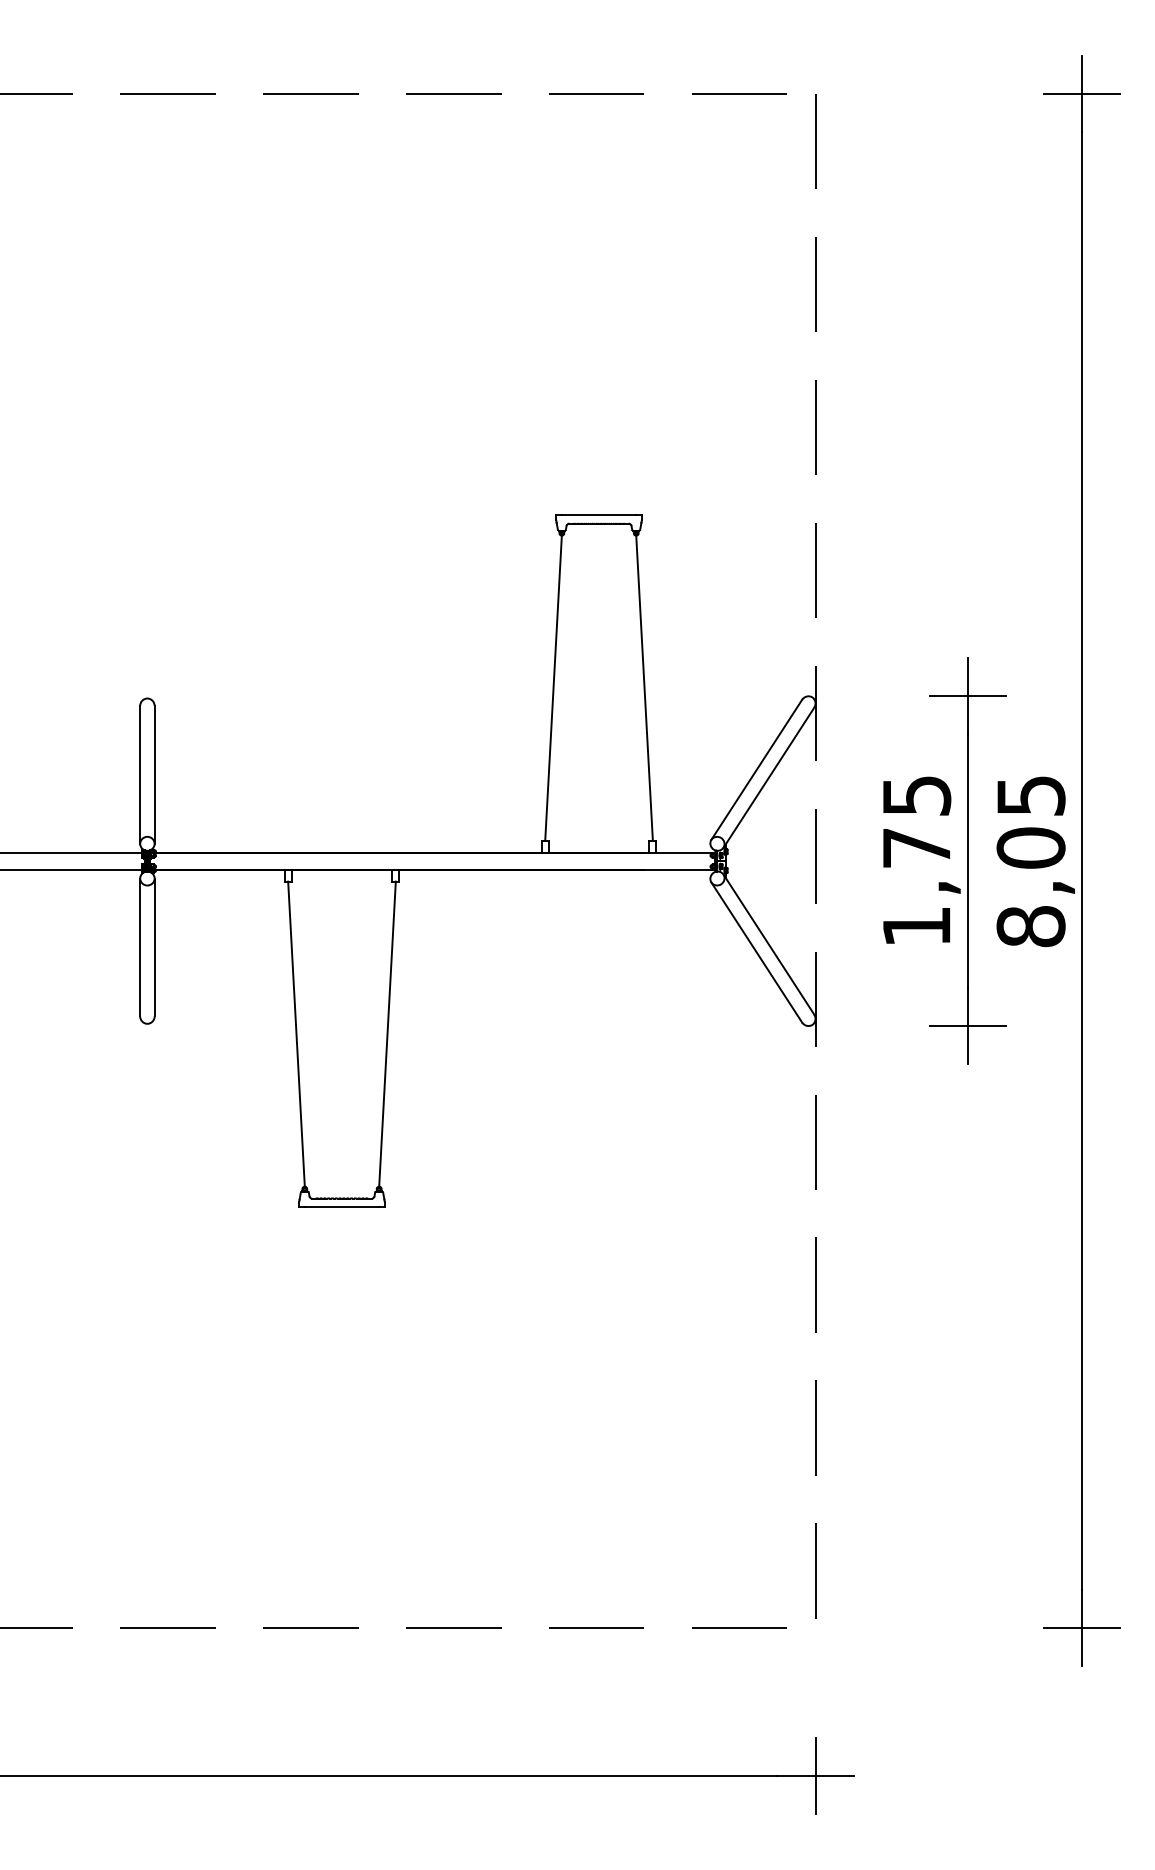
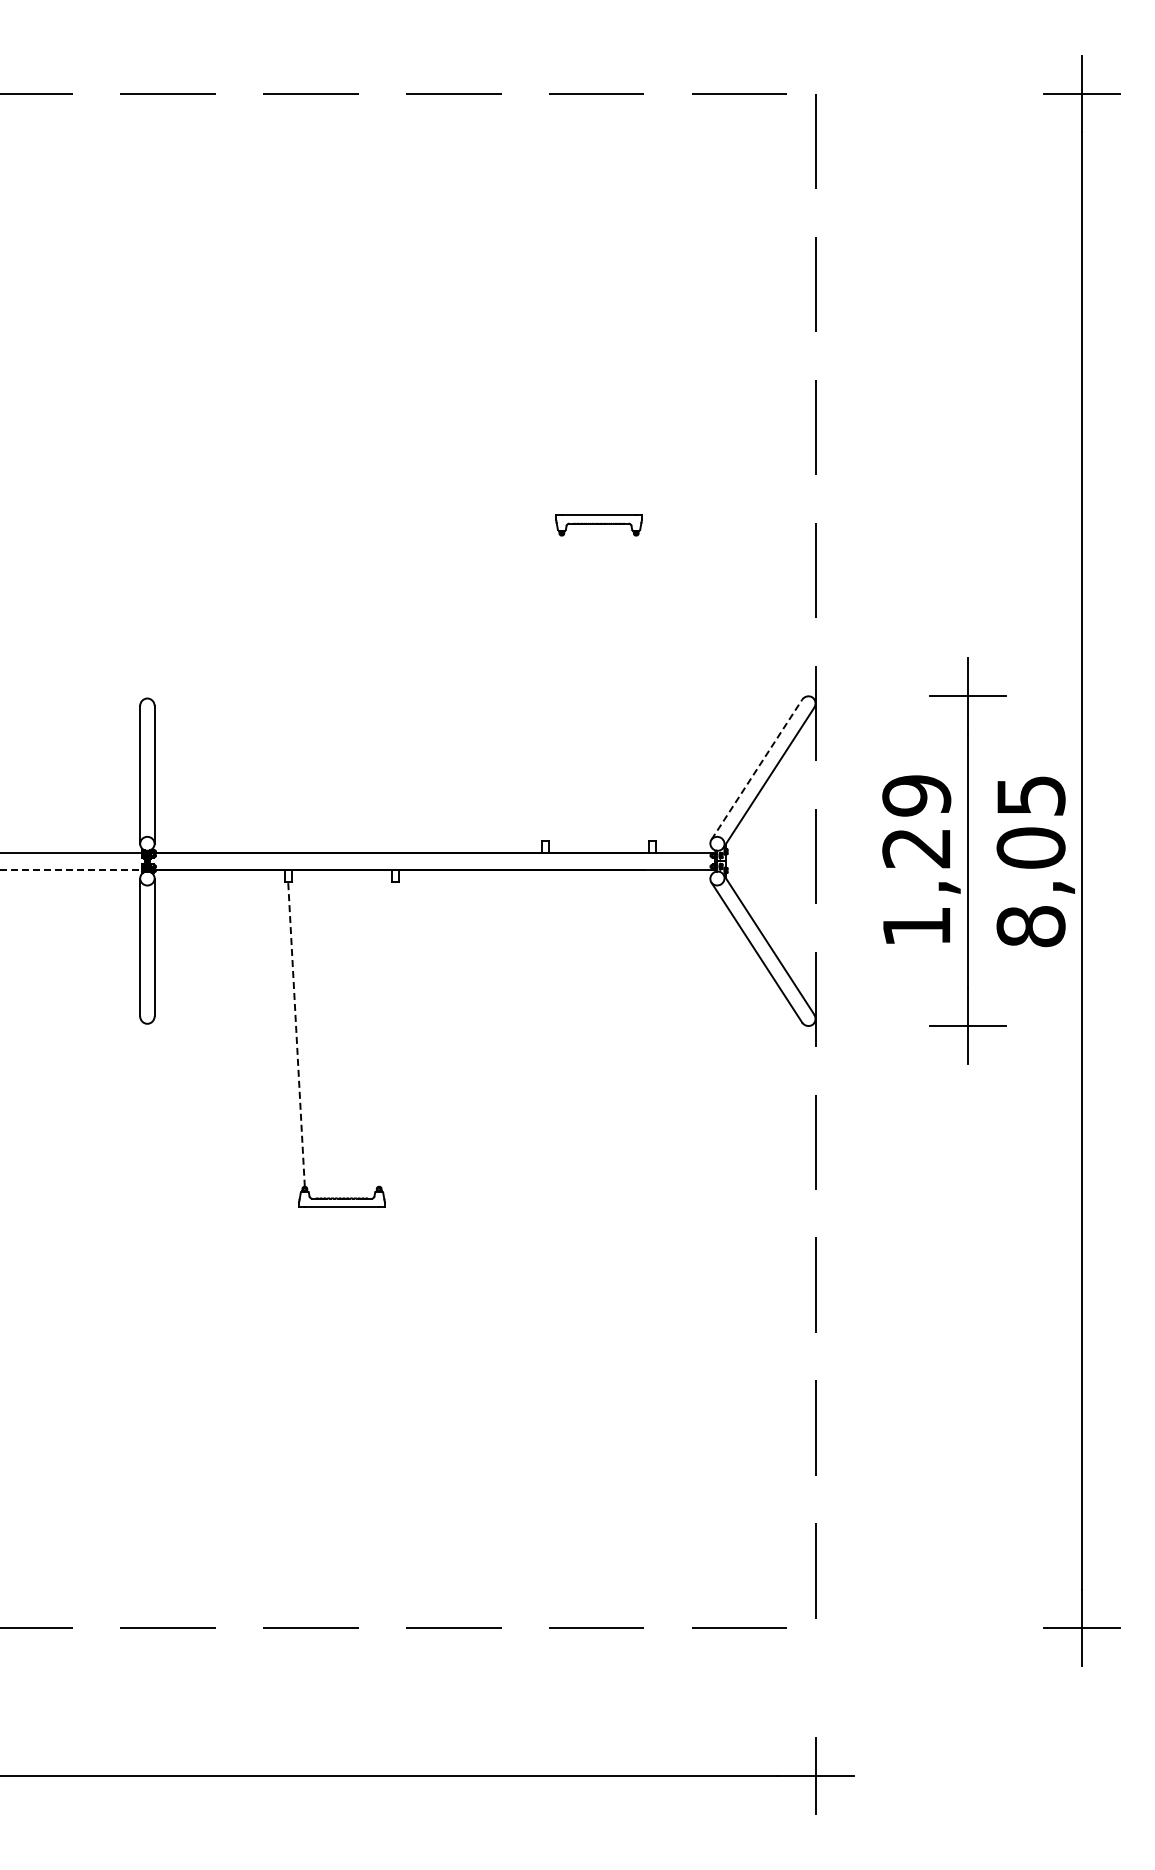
line at (553, 687): present -> none
line at (644, 687): present -> none
line at (757, 769): solid -> dashed
text at (916, 821): 1,75 -> 1,29
line at (72, 869): solid -> dashed
line at (387, 1033): present -> none
line at (296, 1034): solid -> dashed
